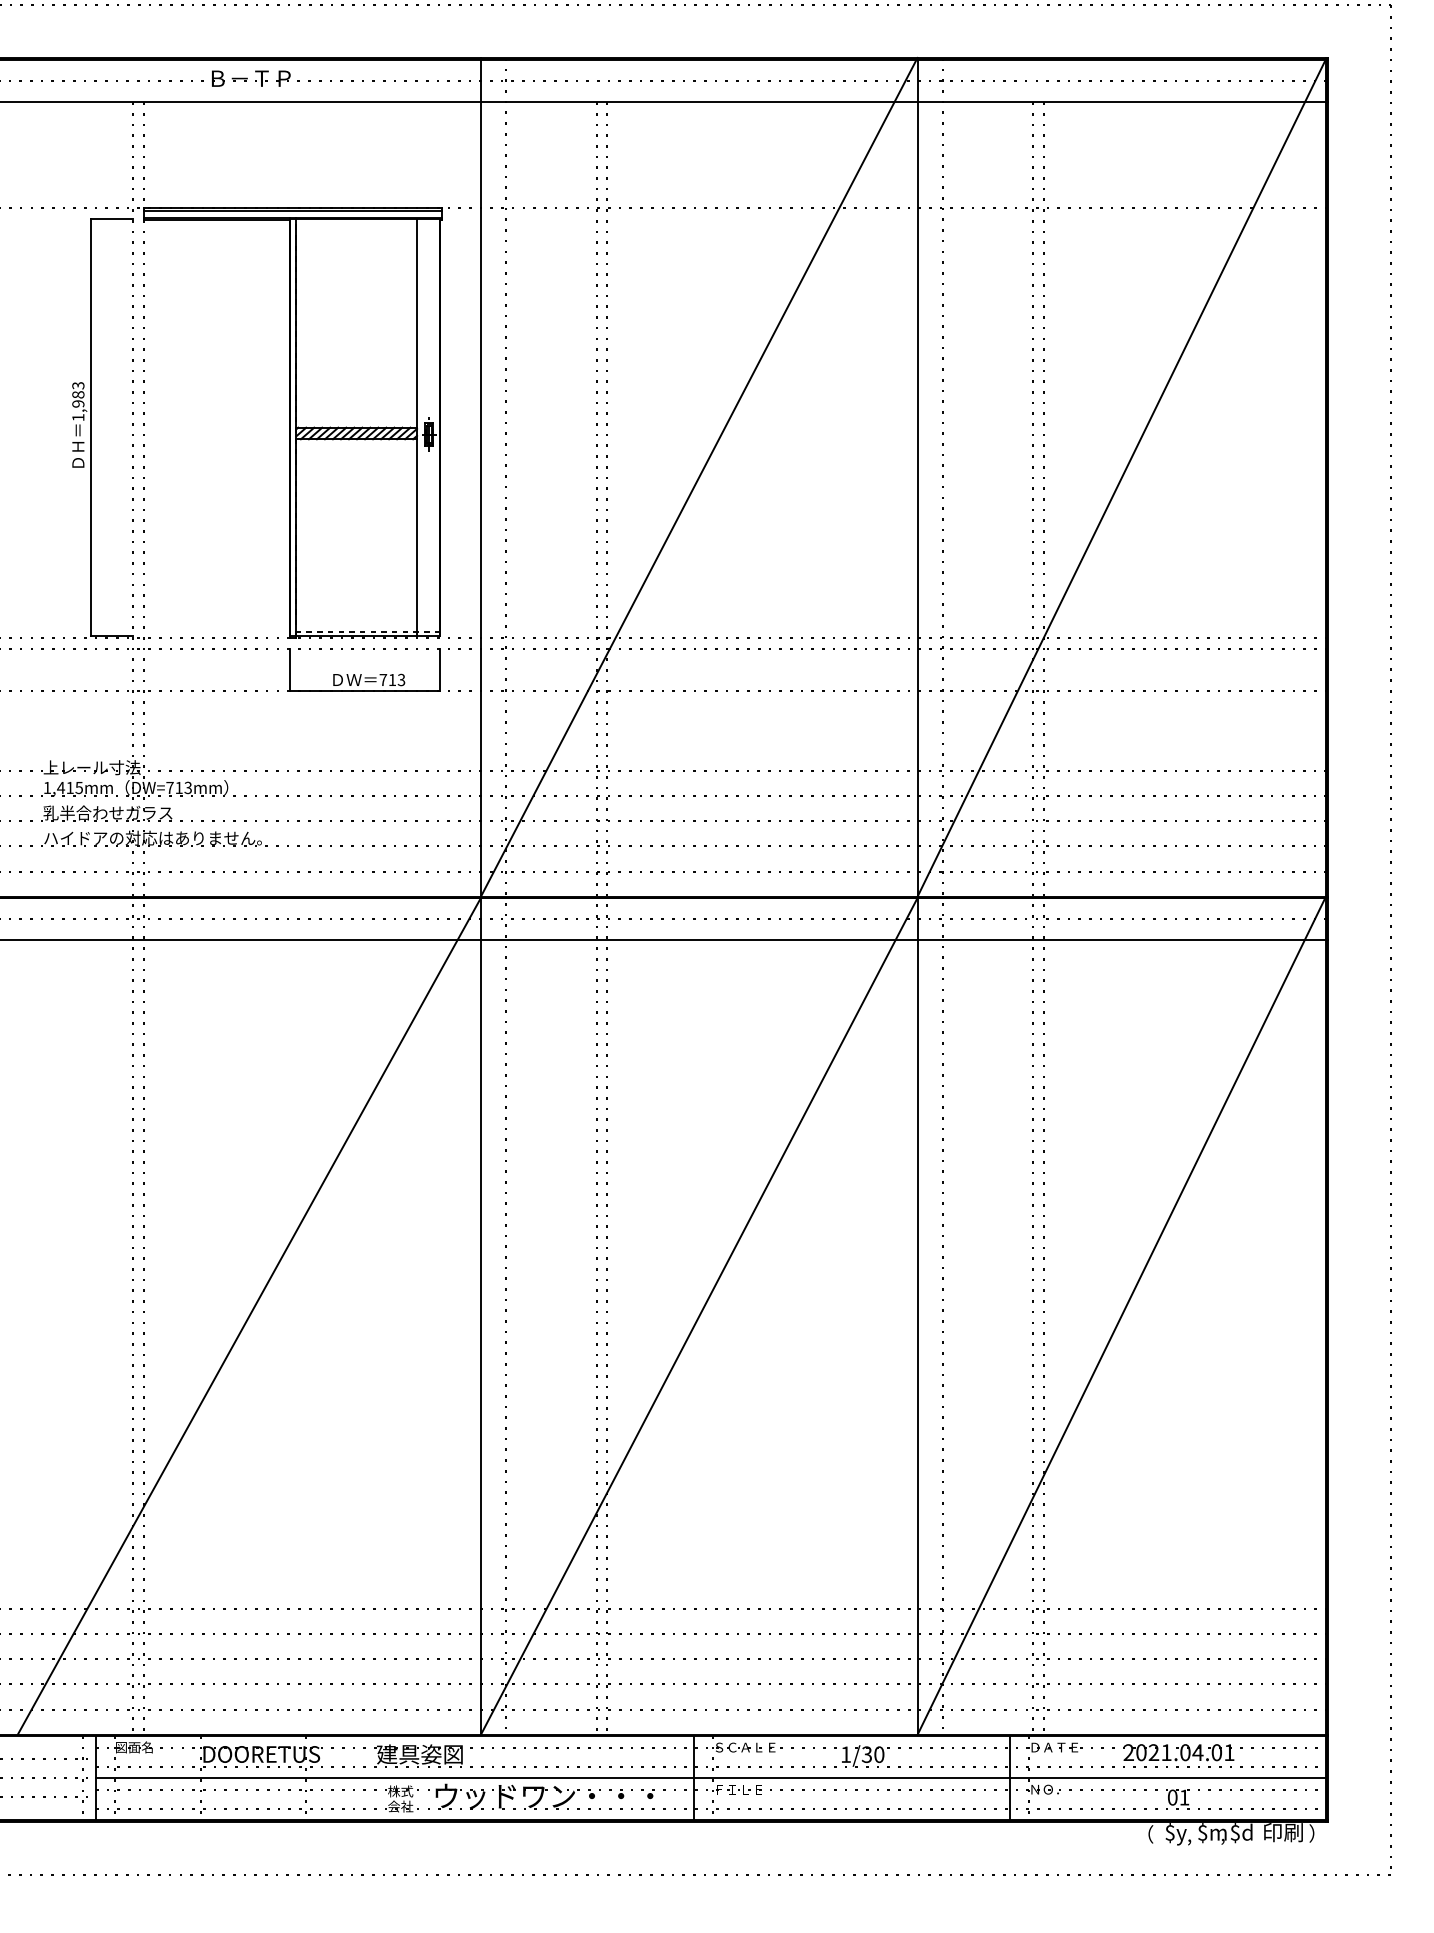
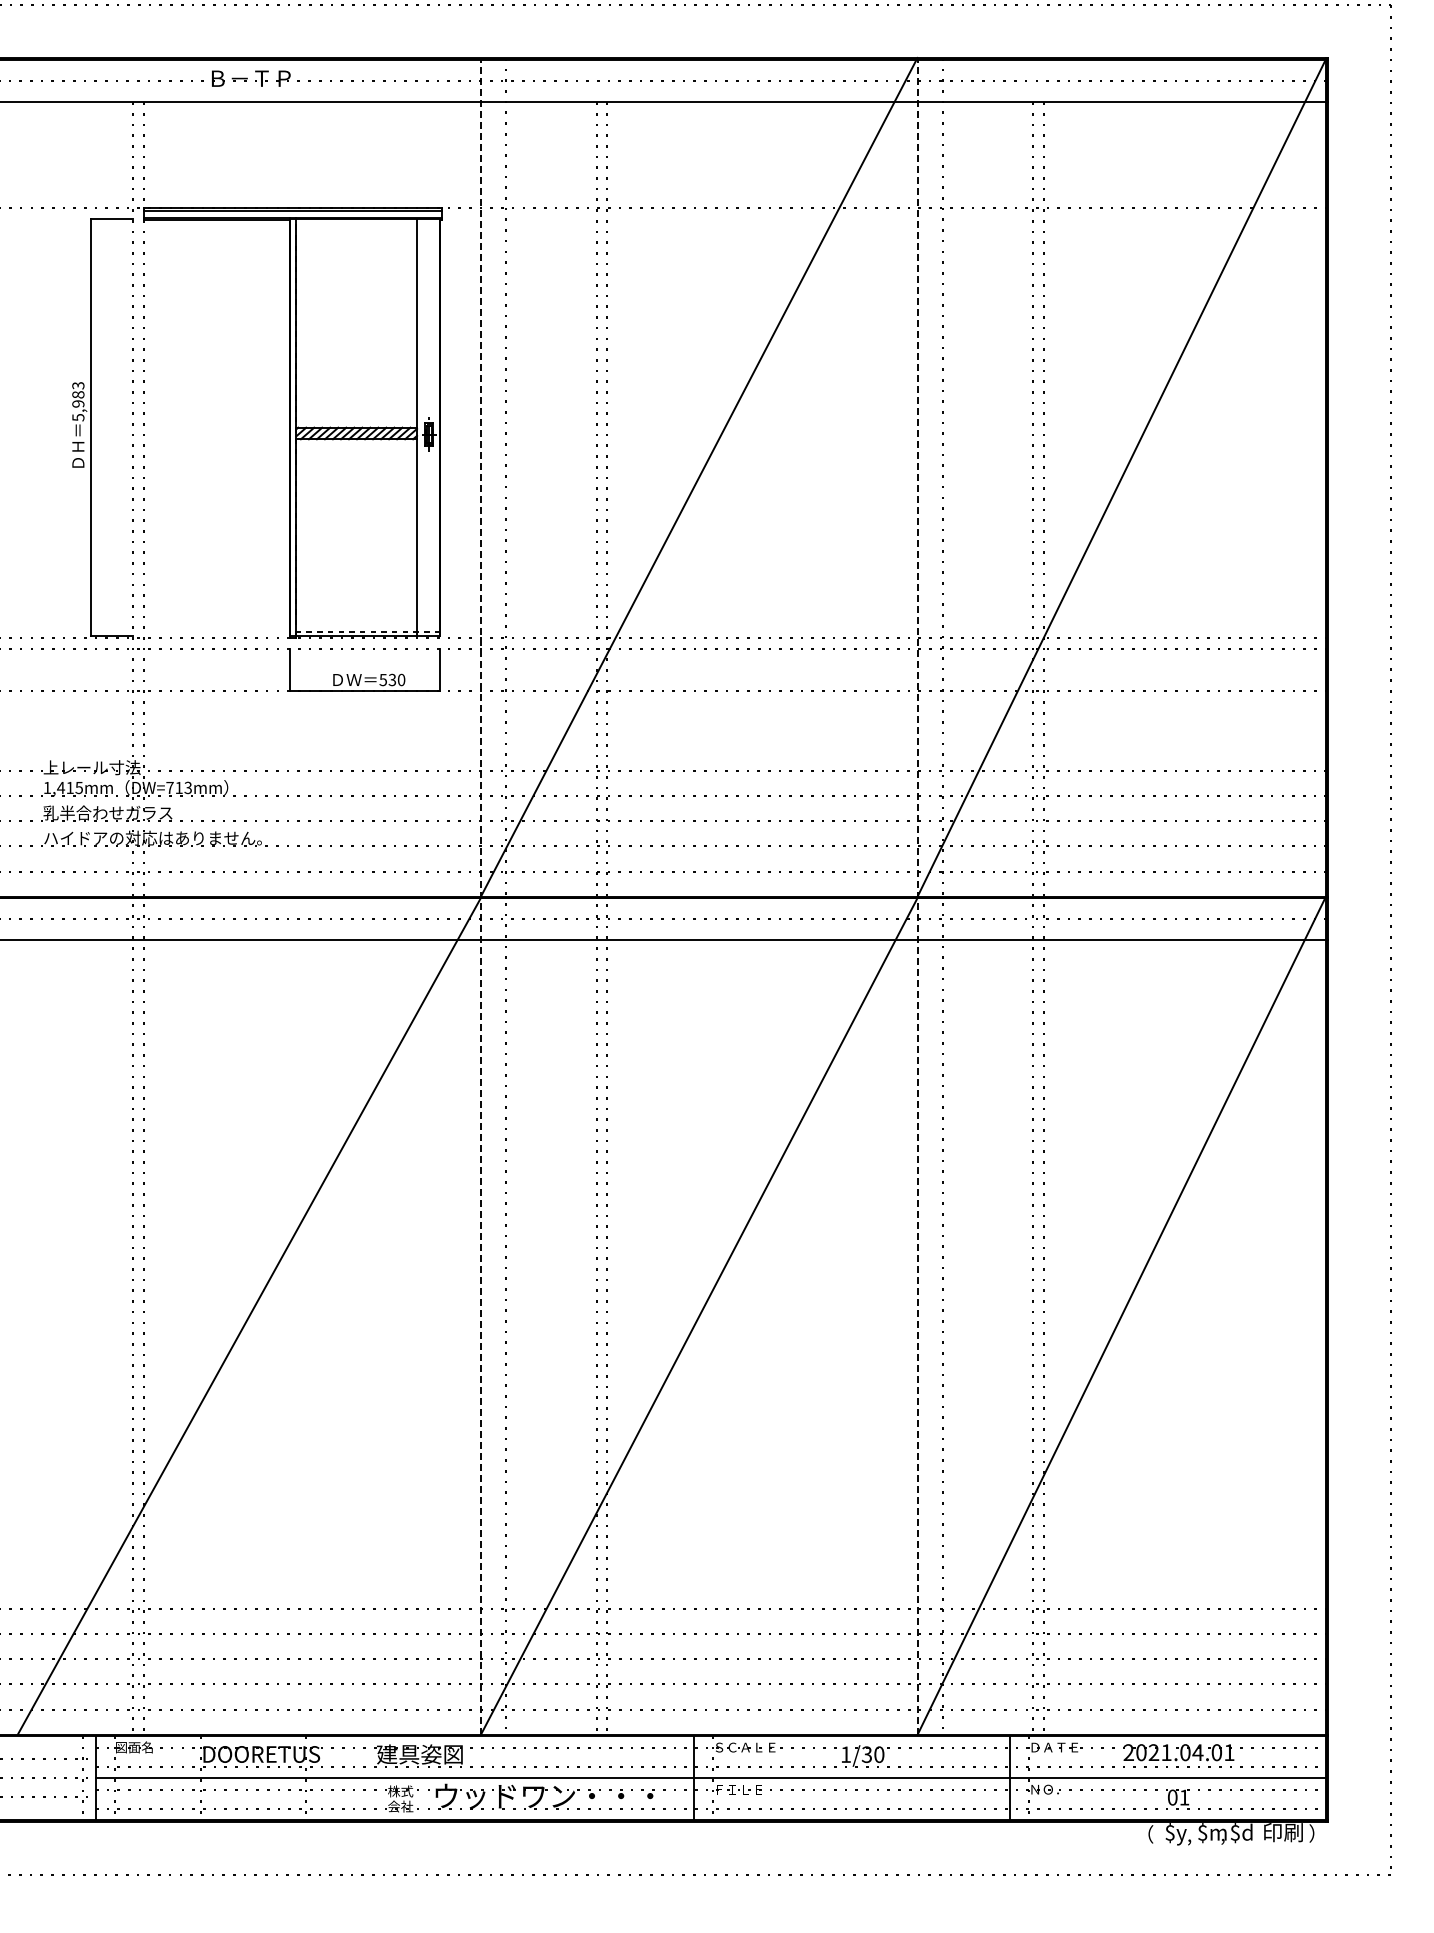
text at (78, 417): 1,983 -> 5,983
text at (392, 679): 713 -> 530
line at (480, 896): solid -> dashed
line at (917, 896): solid -> dashed
